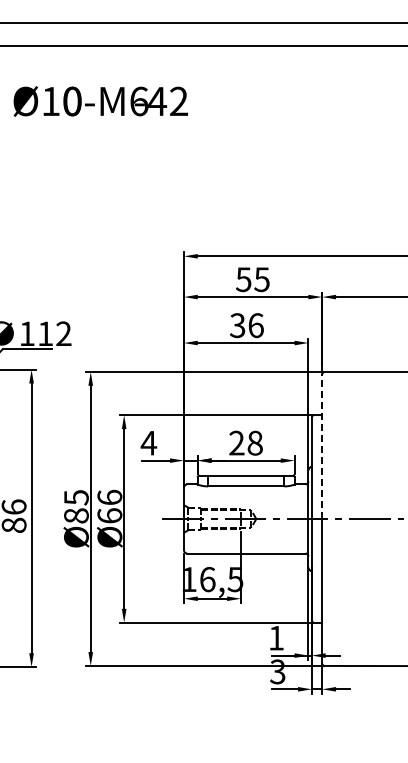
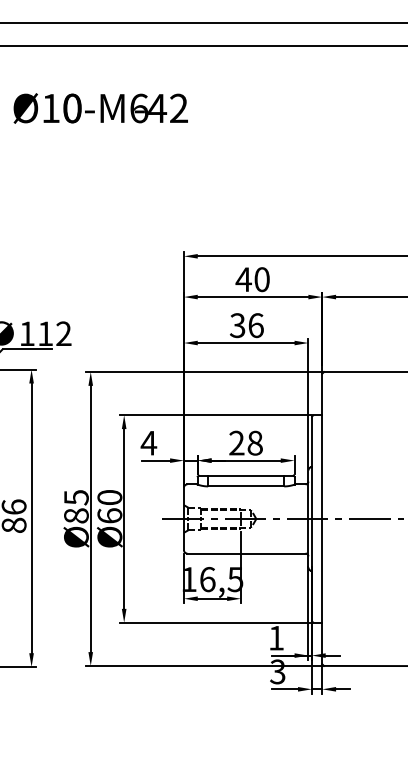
text at (100, 101) position: (100, 101) -> (100, 108)
text at (252, 279): 55 -> 40
line at (322, 446): dashed -> solid
text at (109, 496): Ø66 -> Ø60
